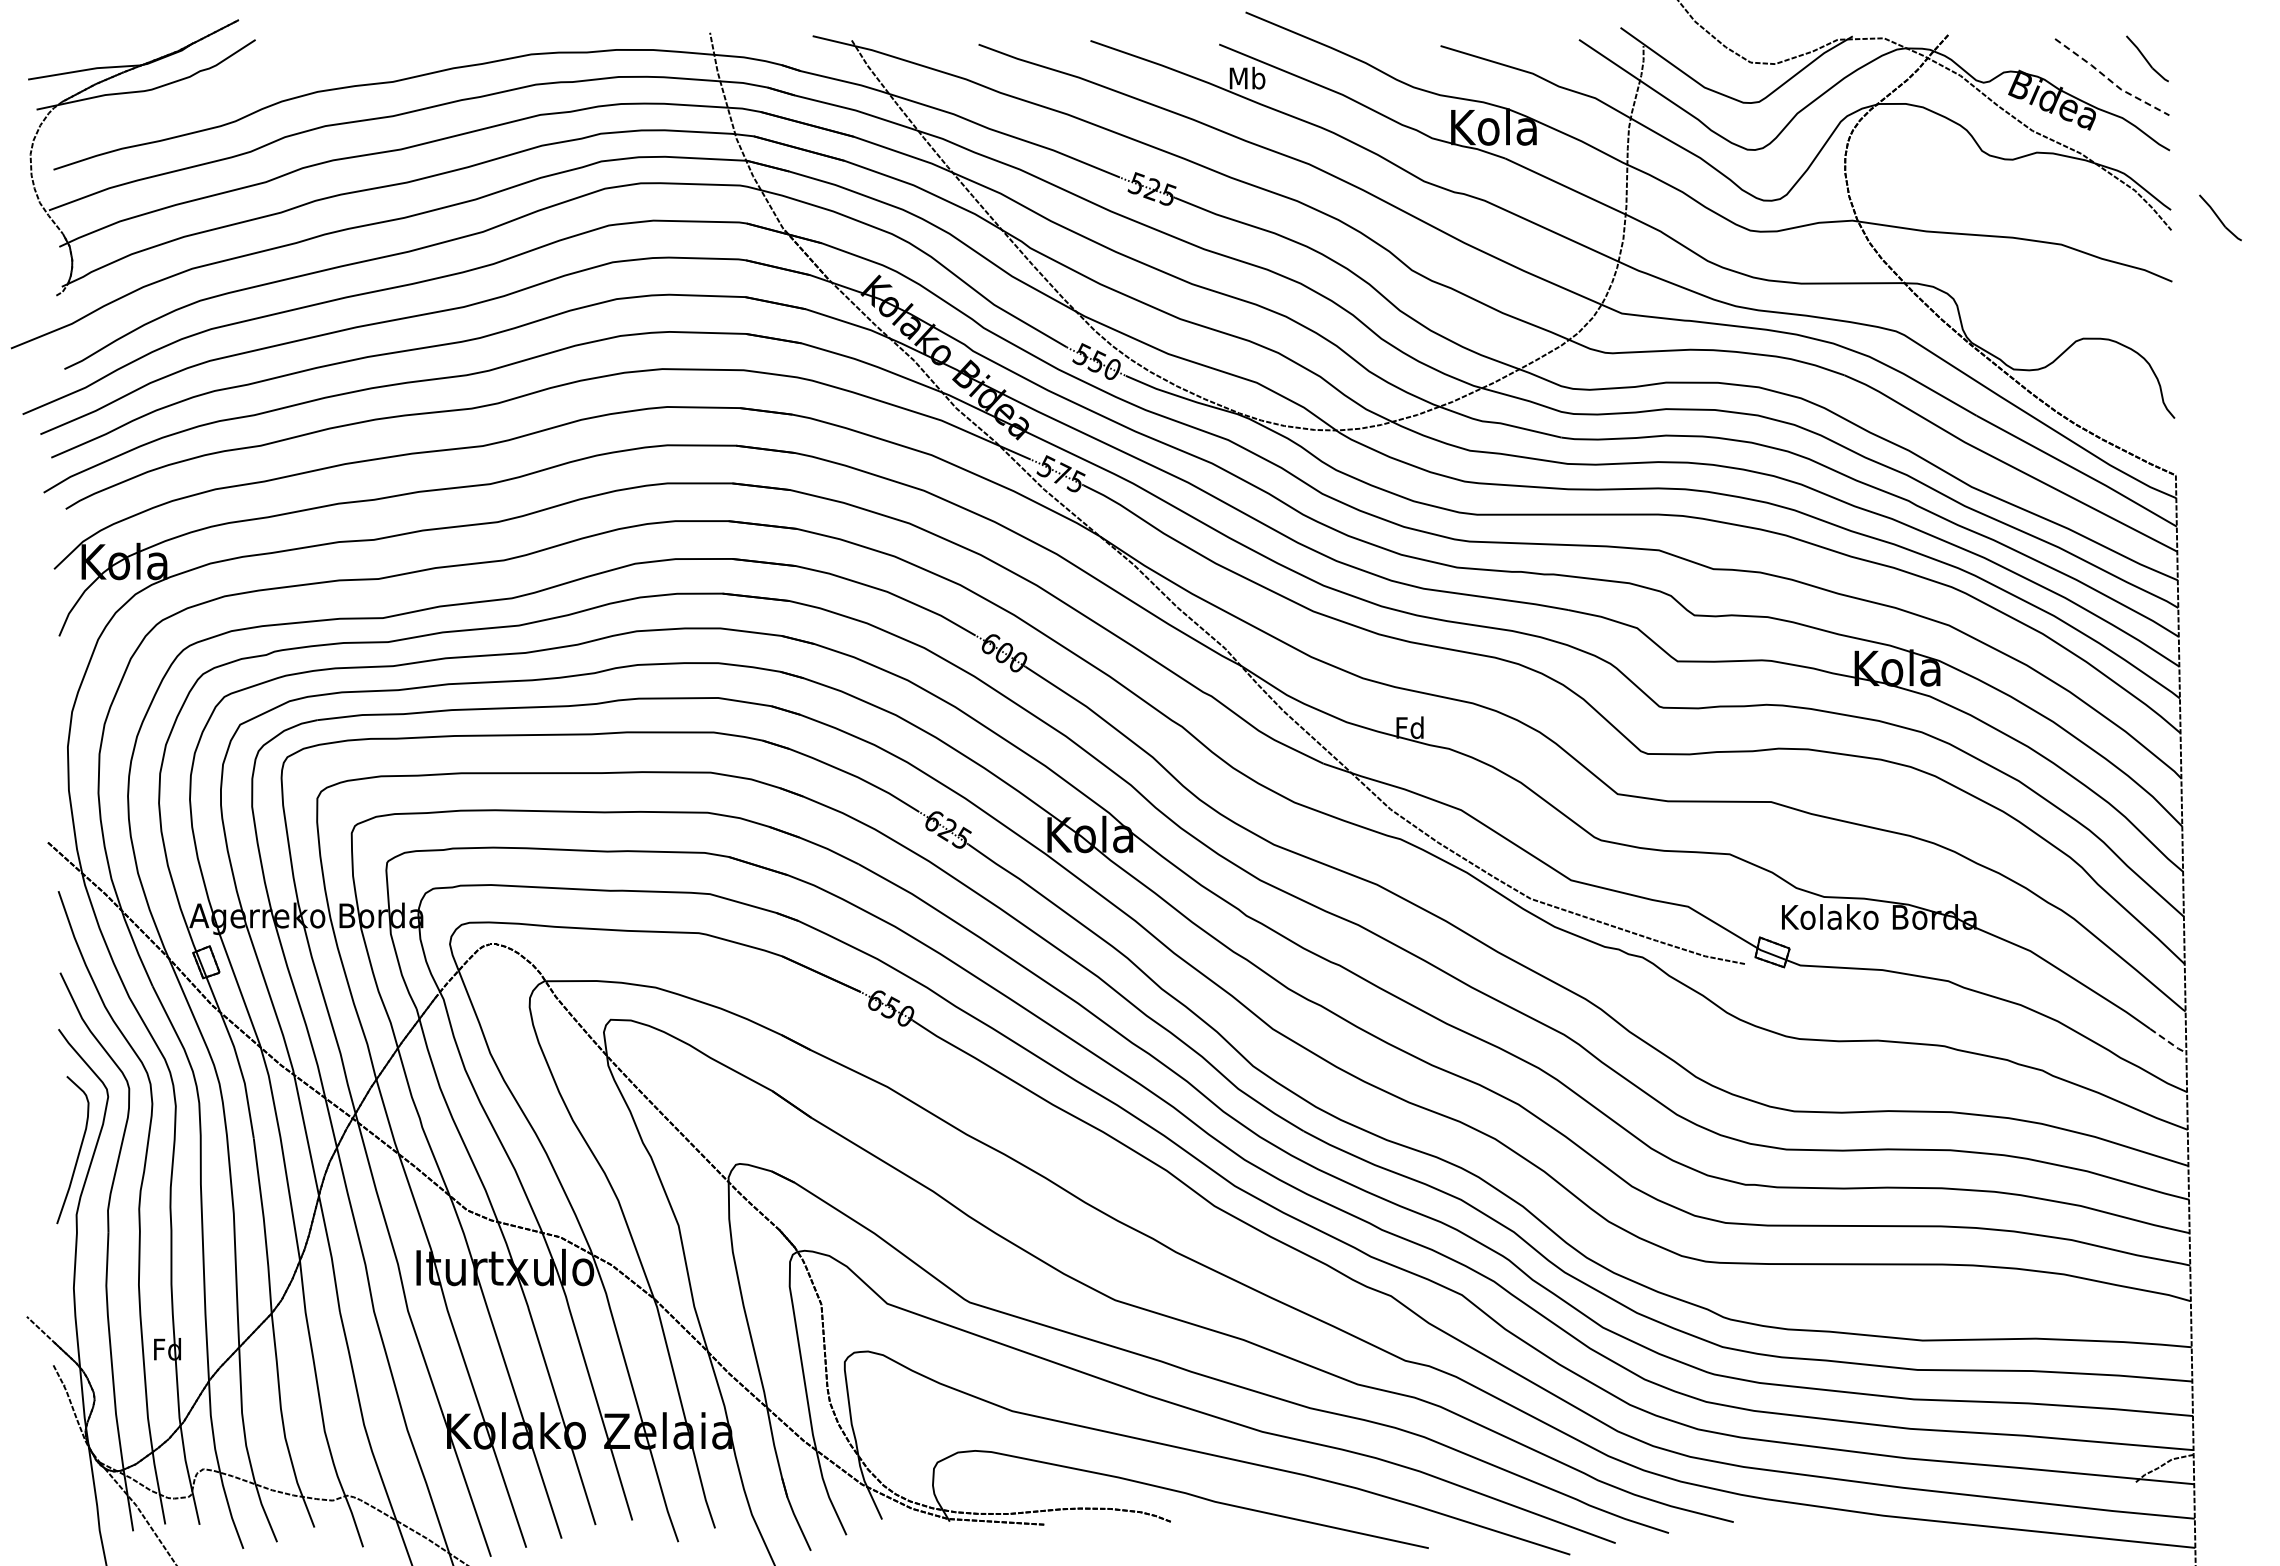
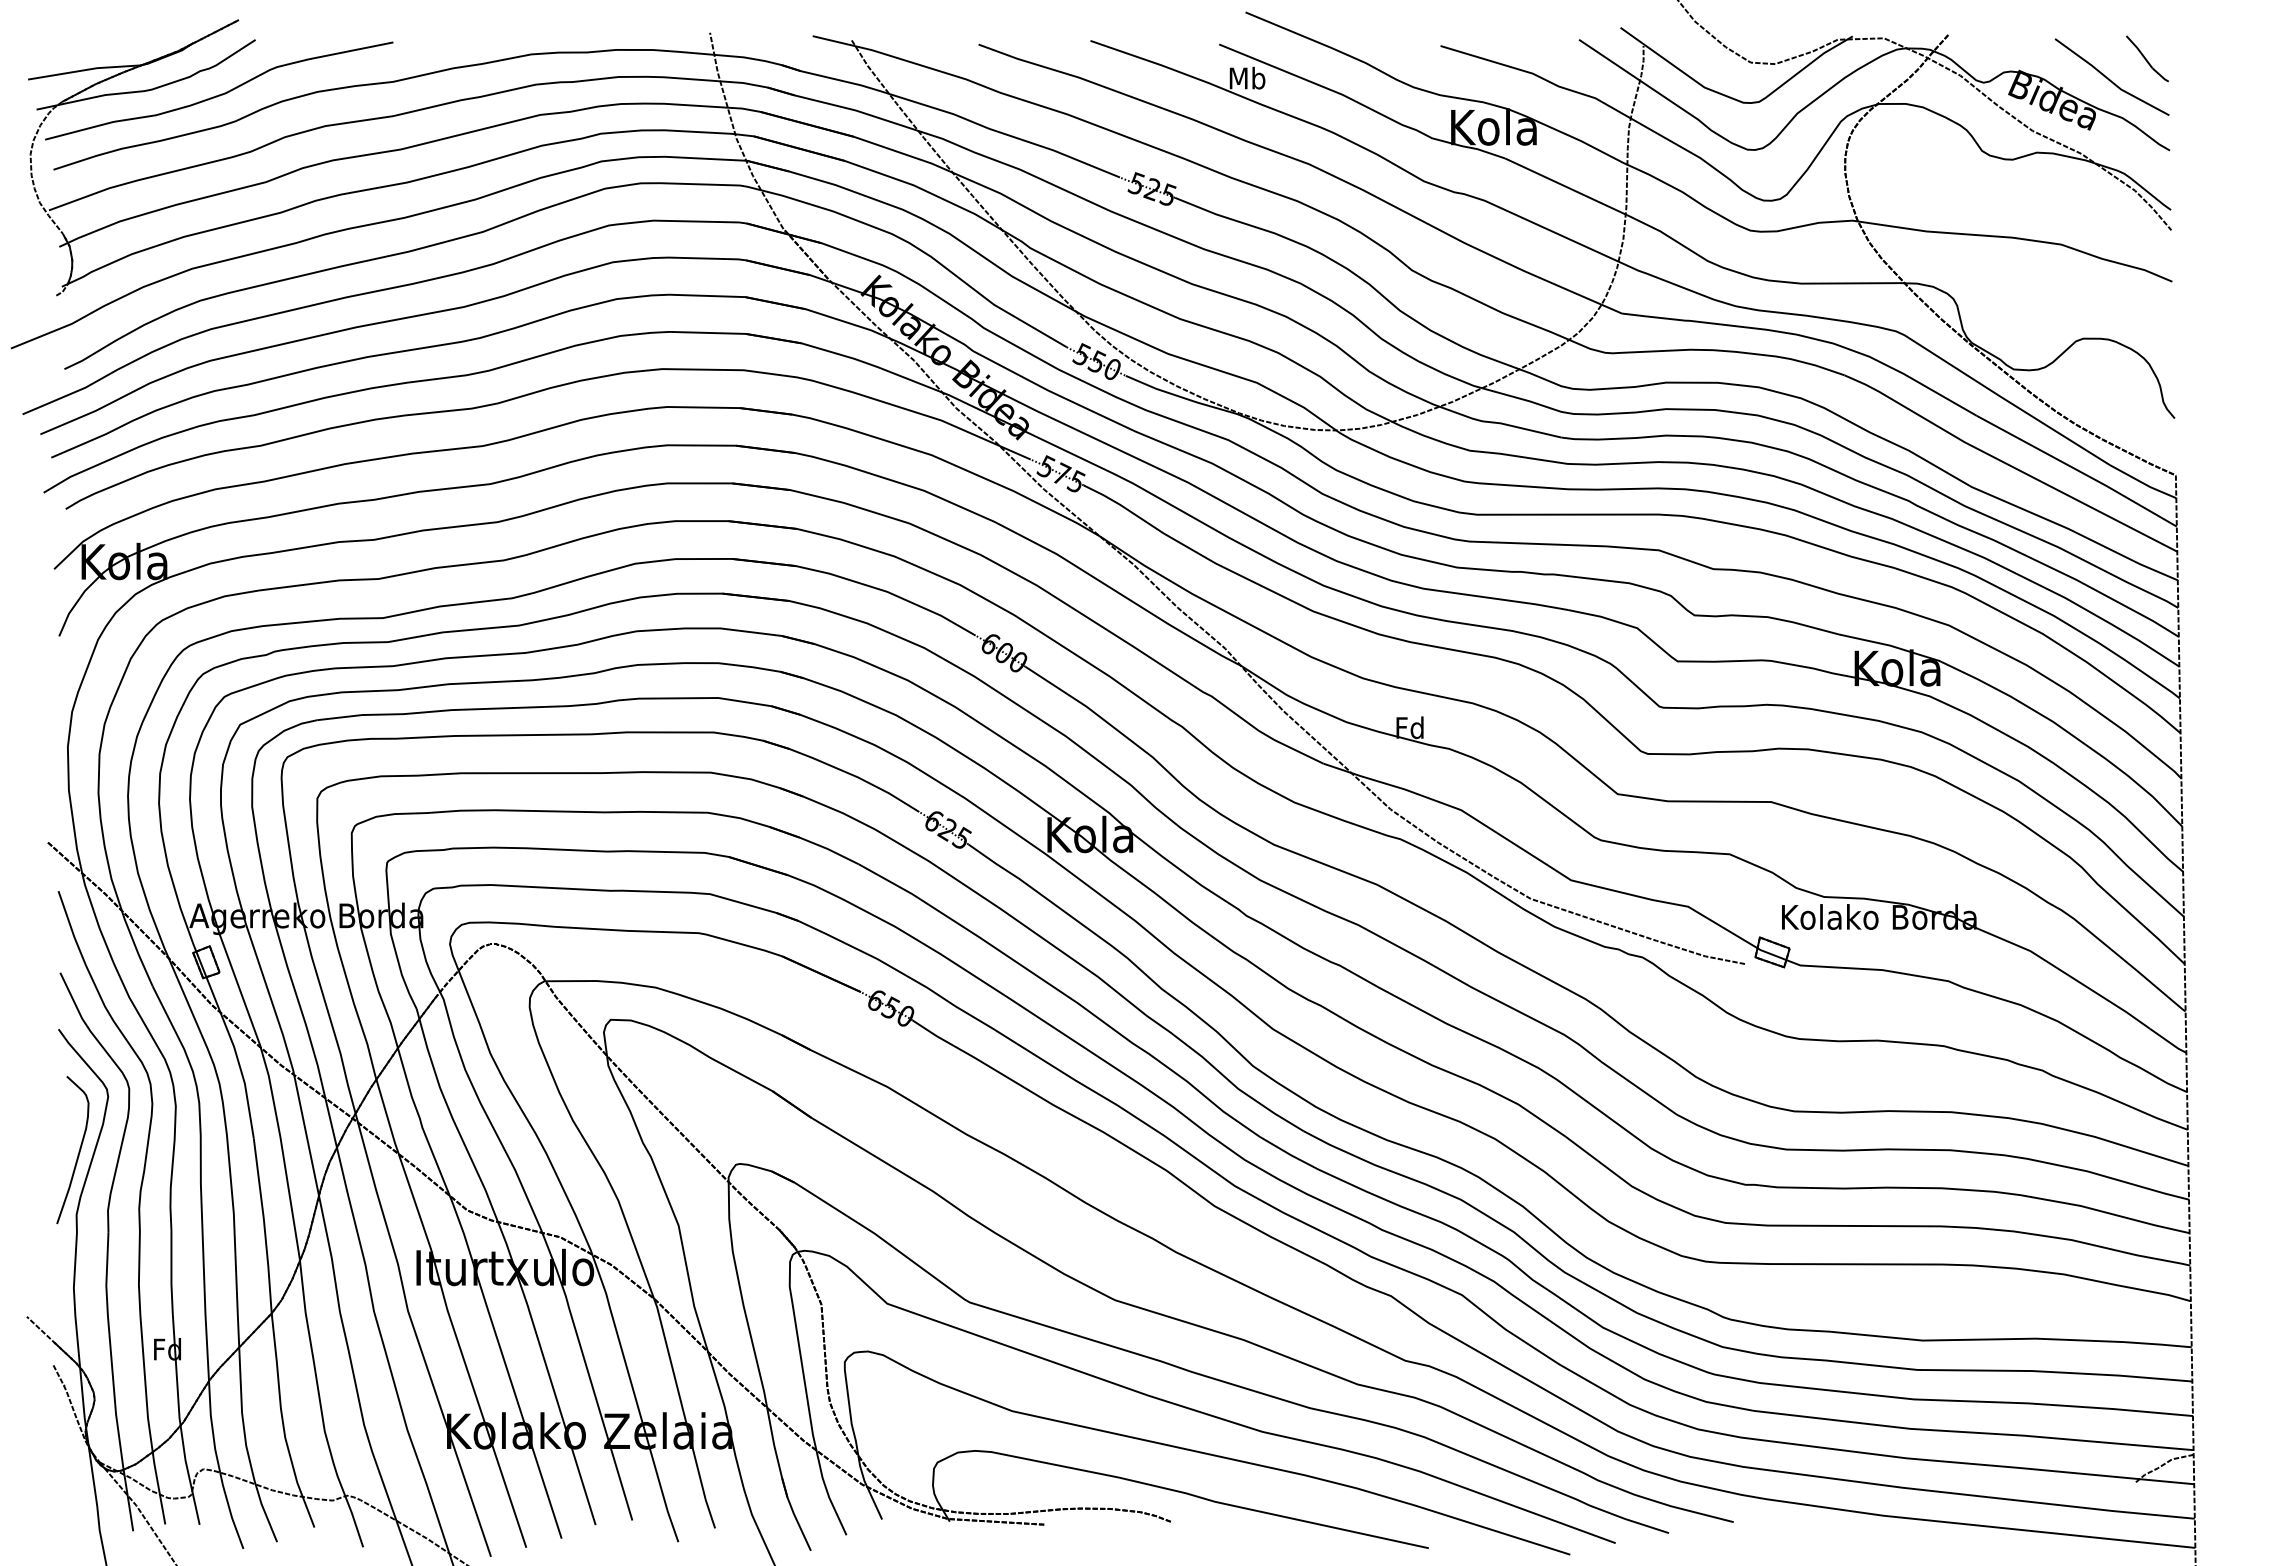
line at (2110, 80): dashed -> solid
curve at (221, 93): none -> present
part at (2220, 217): present -> none
line at (2168, 1041): dashed -> solid
